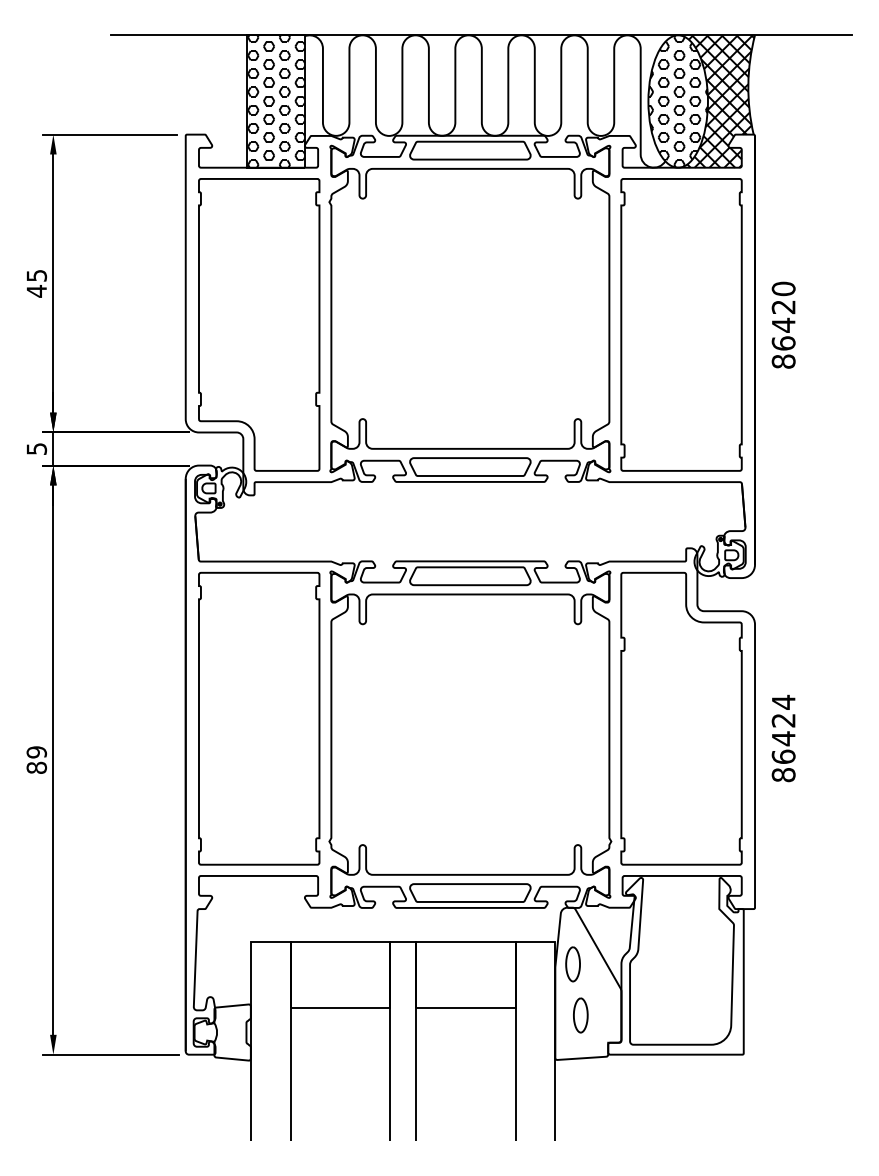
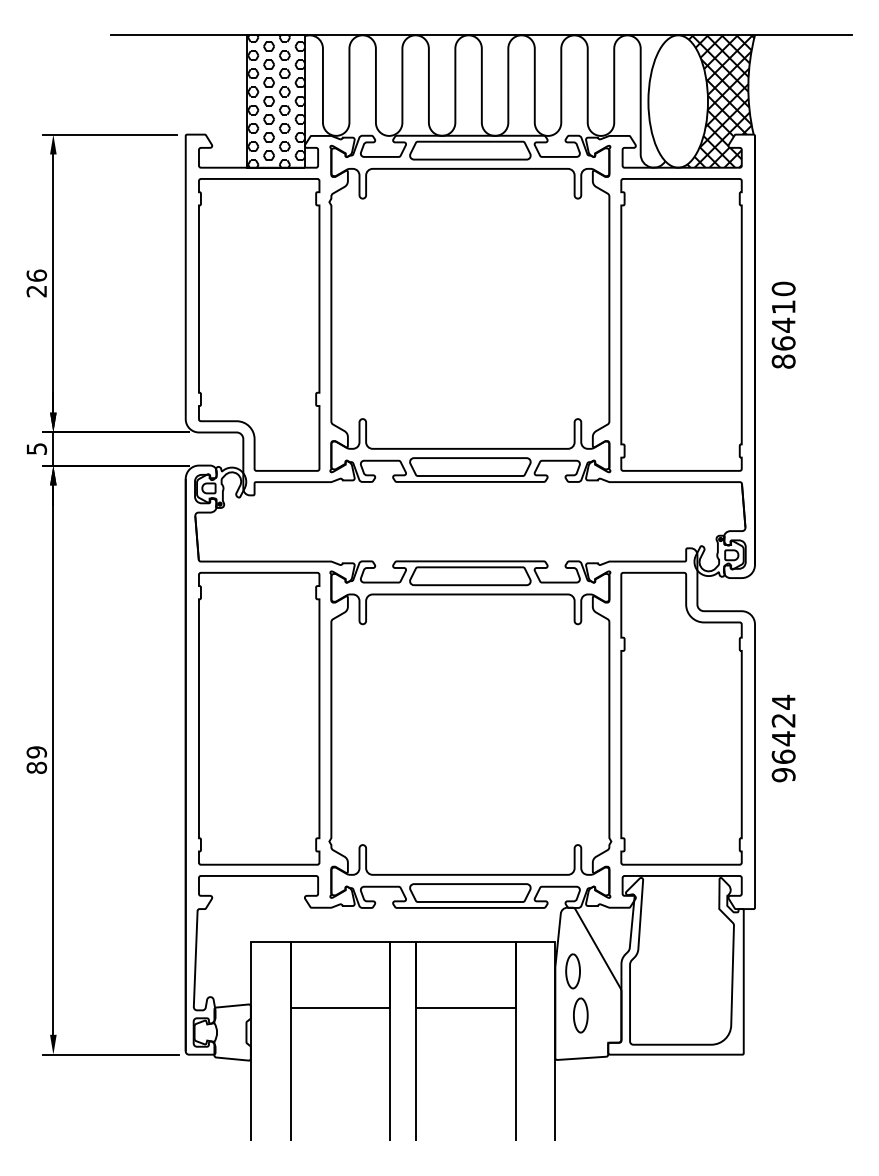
hatch at (677, 101): present -> none
text at (36, 283): 45 -> 26
text at (783, 307): 86420 -> 86410
text at (783, 775): 86424 -> 96424
part at (572, 964) position: (572, 964) -> (572, 971)
